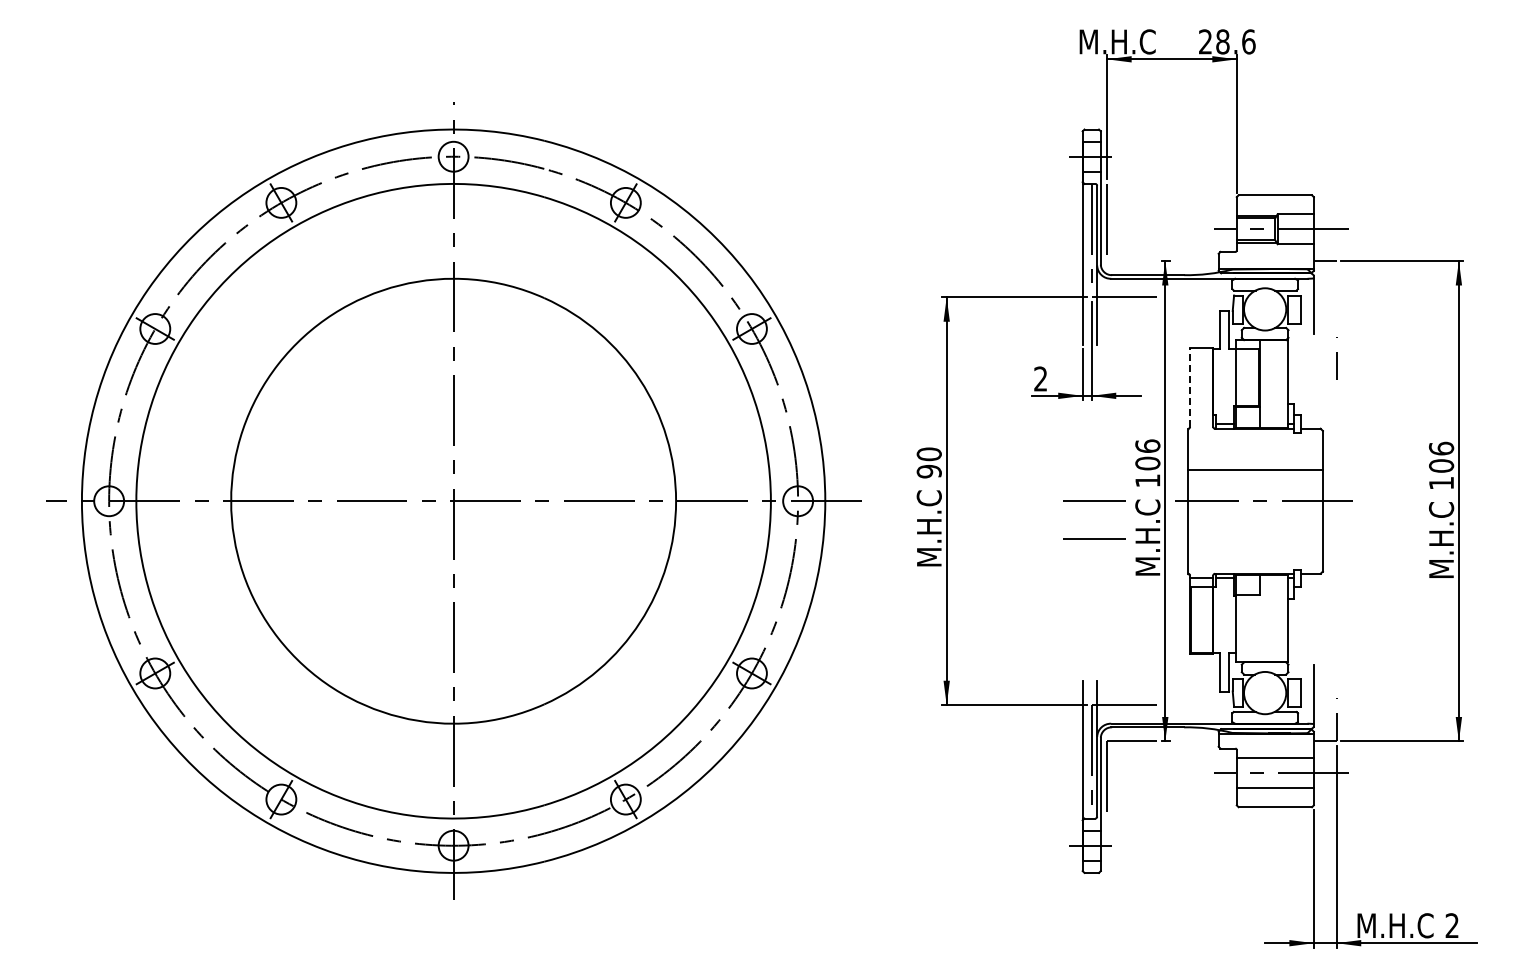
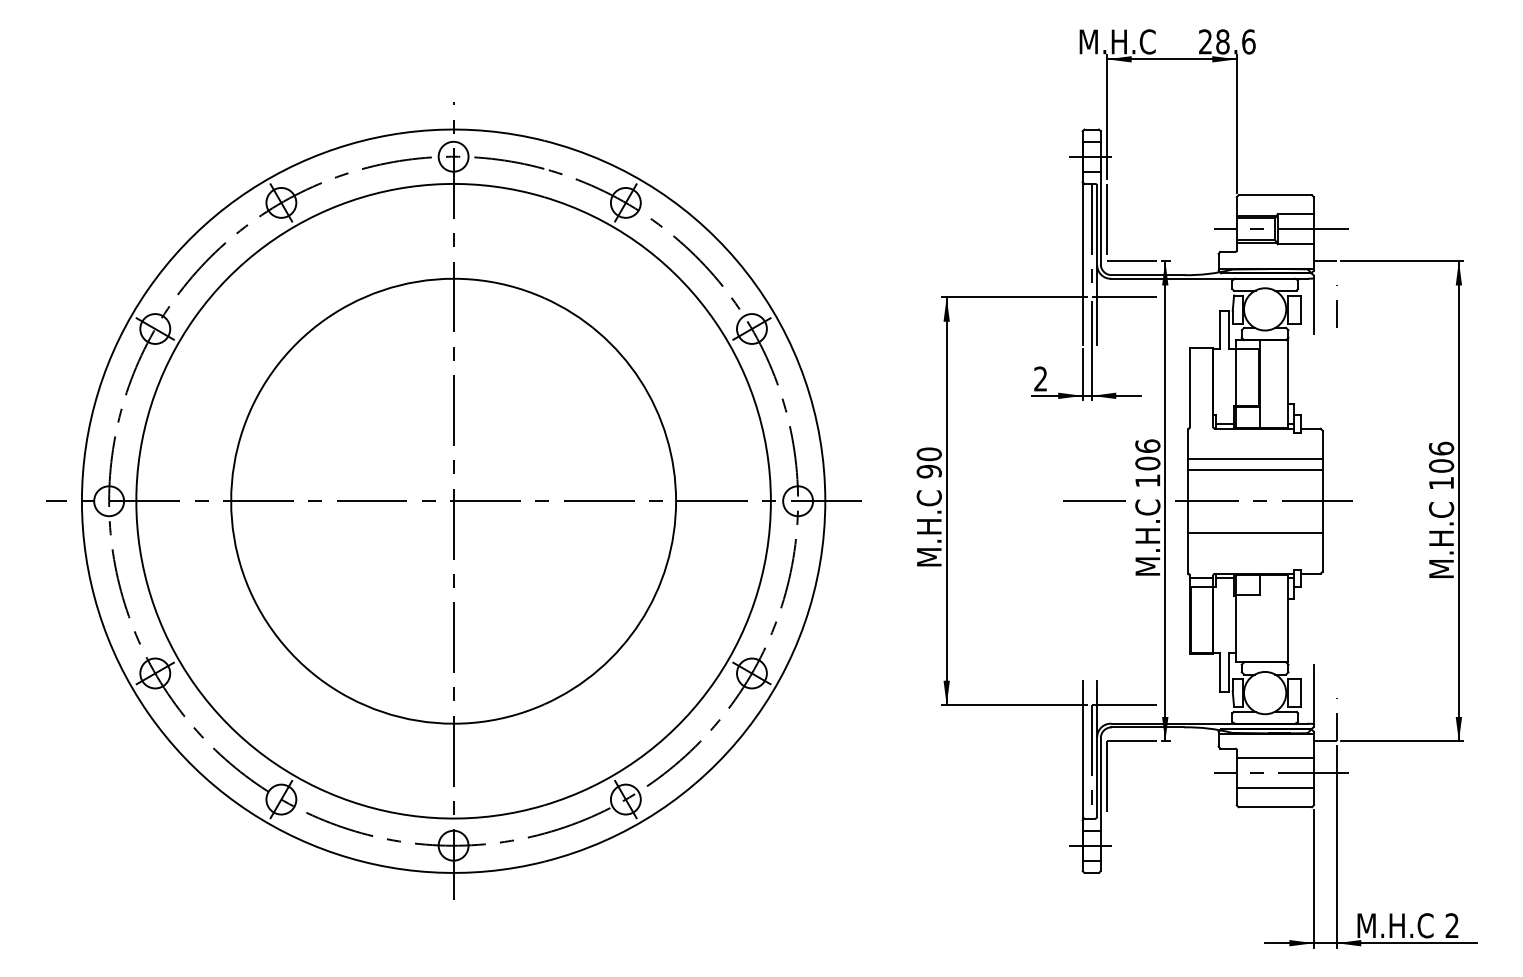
line at (1132, 261): none -> present
line at (1336, 358) position: (1336, 358) -> (1336, 306)
line at (1190, 387): dashed -> solid
line at (1255, 459): none -> present
line at (1255, 532): none -> present
line at (1094, 538): present -> none
